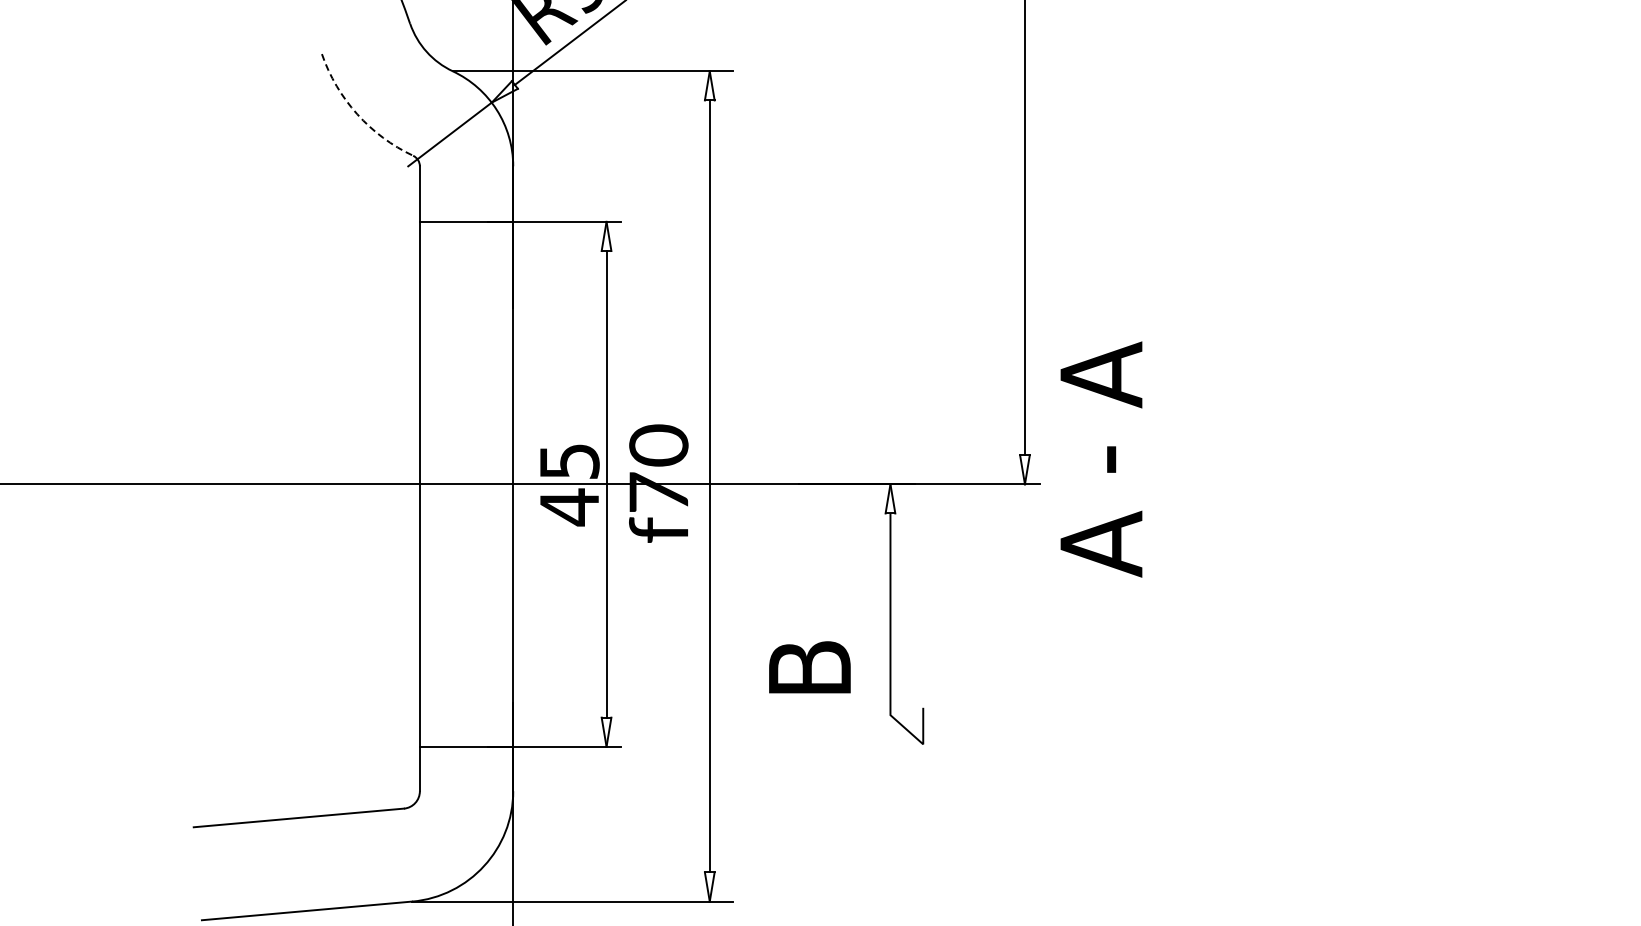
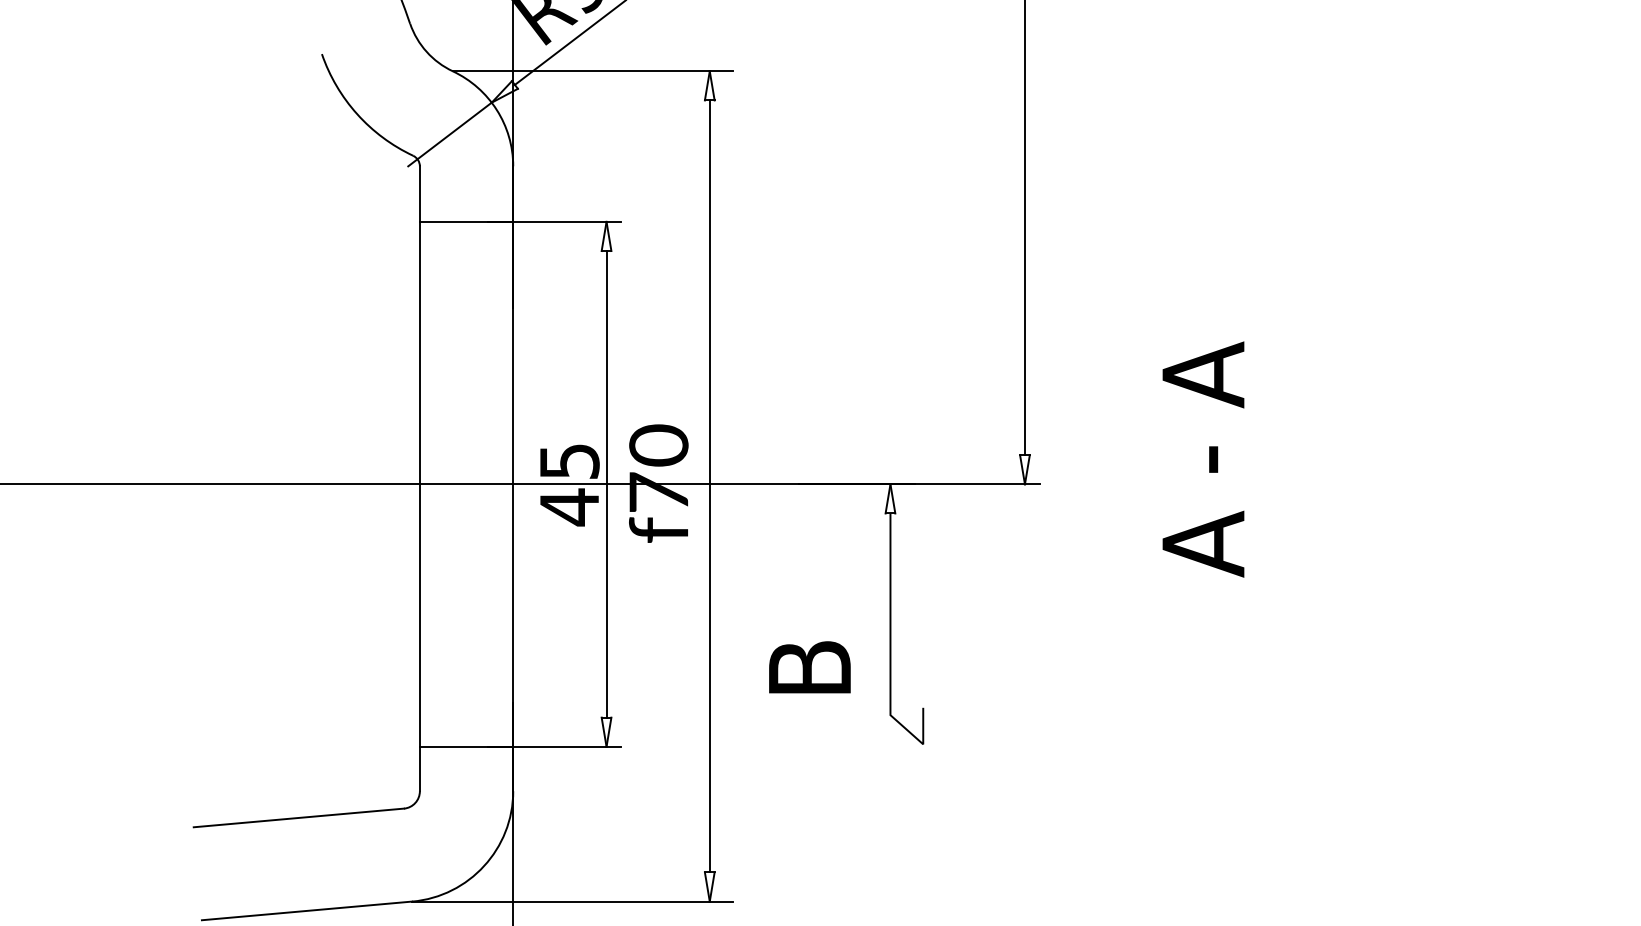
arc at (357, 114): dashed -> solid
text at (1101, 459) position: (1101, 459) -> (1203, 459)
